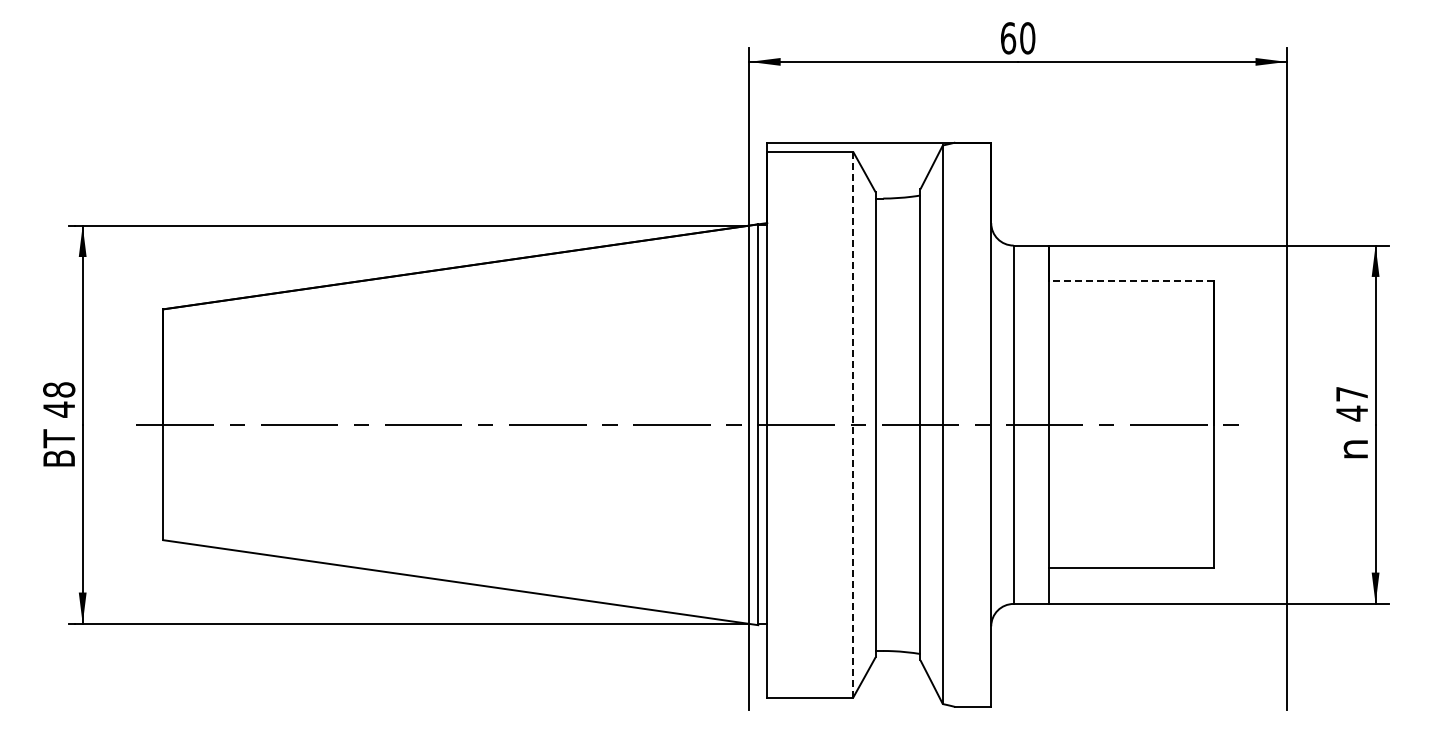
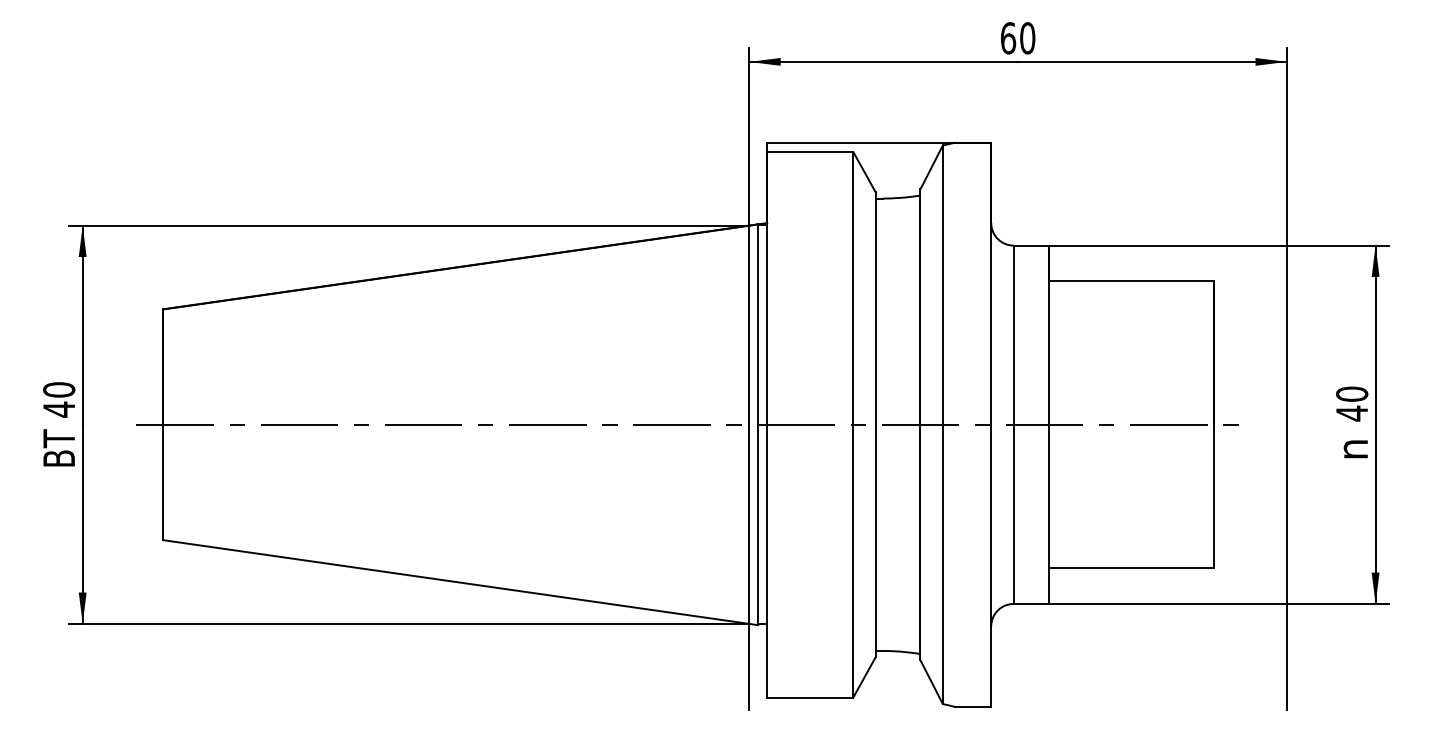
line at (1131, 281): dashed -> solid
text at (59, 389): 48 -> 40
text at (1352, 393): 47 -> 40
line at (853, 424): dashed -> solid
